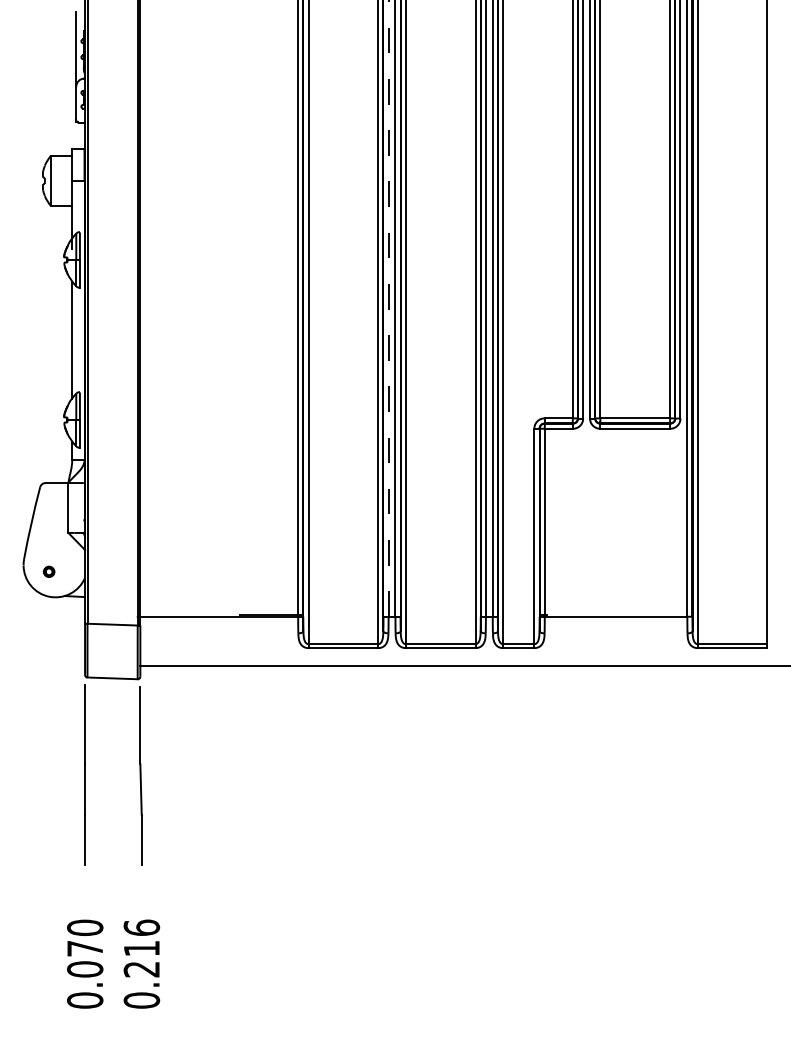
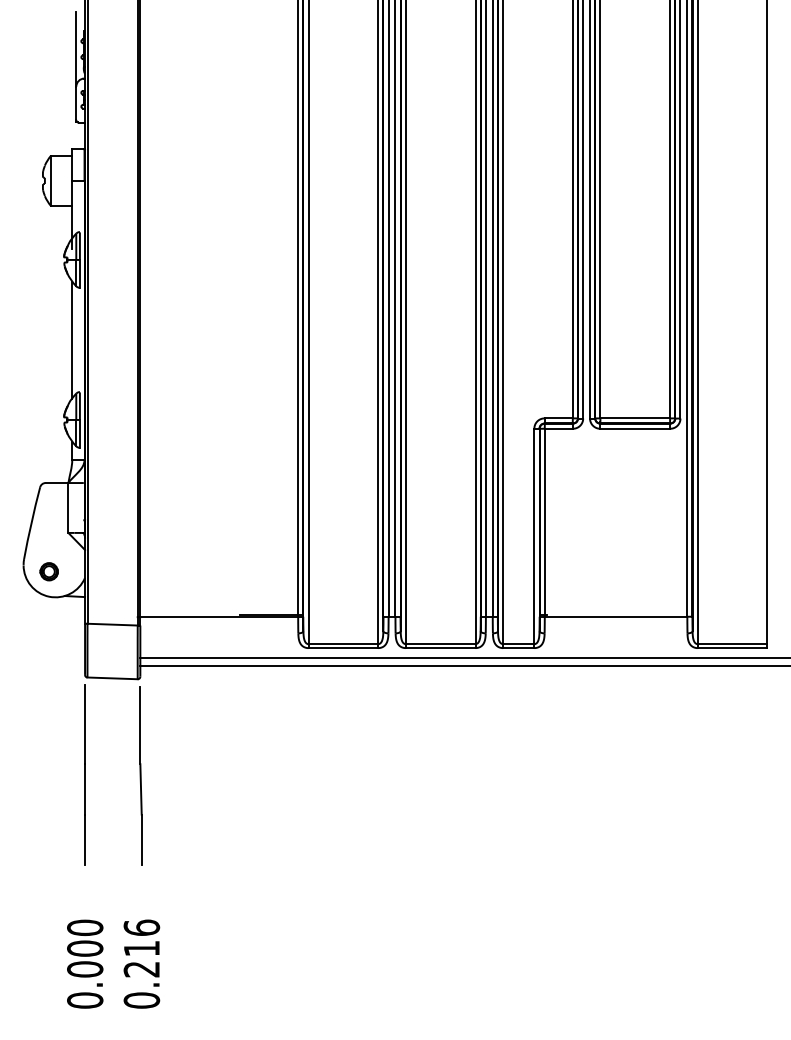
line at (388, 307): dashed -> solid
part at (48, 571) size: 14x13 px -> 20x20 px
line at (463, 657): none -> present
text at (85, 948): 0.070 -> 0.000
